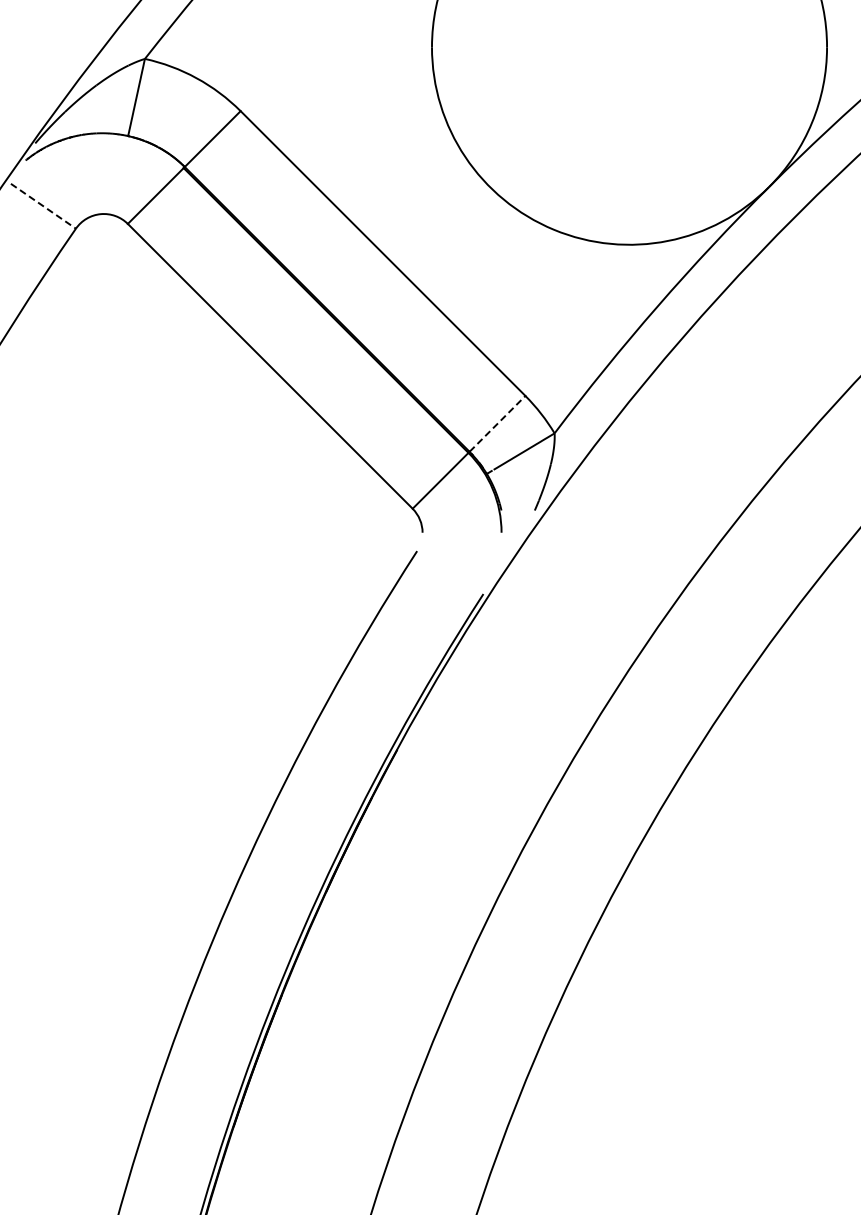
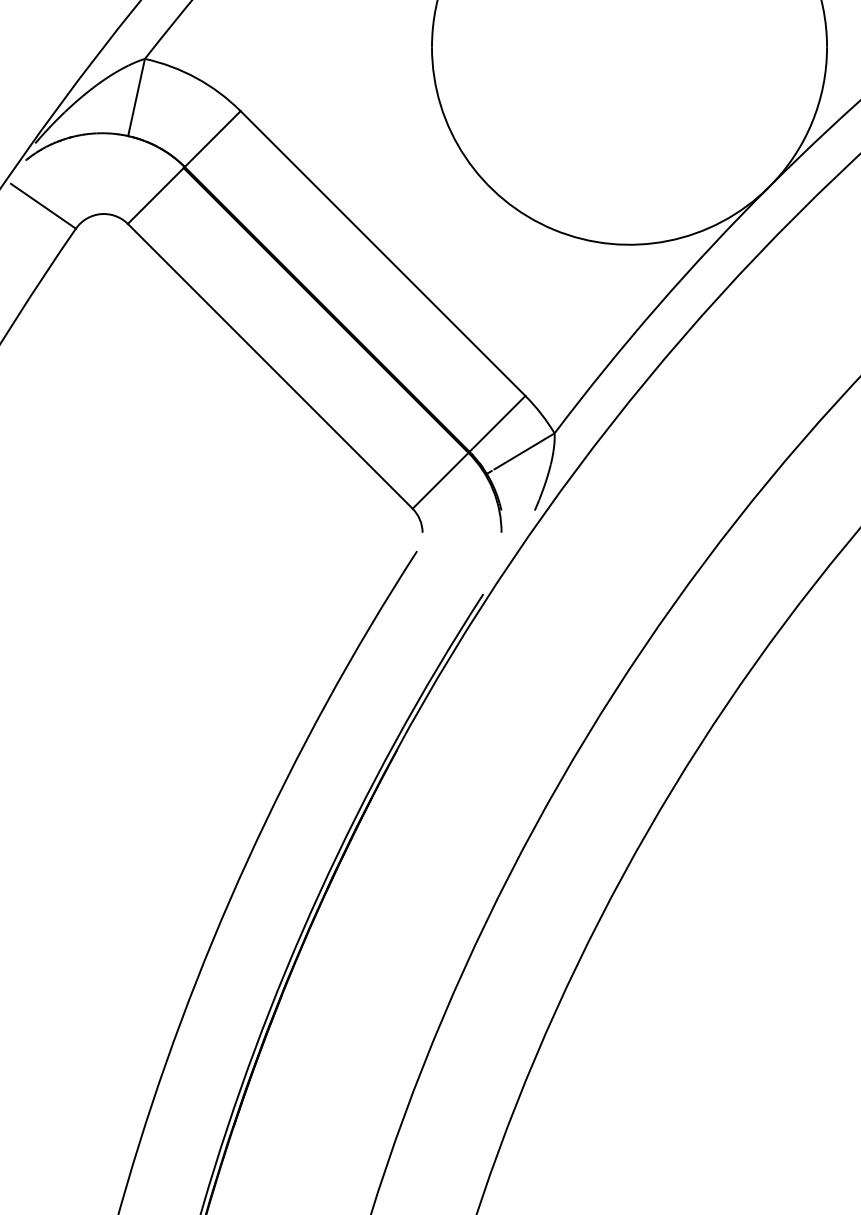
line at (43, 206): dashed -> solid
line at (497, 423): dashed -> solid
